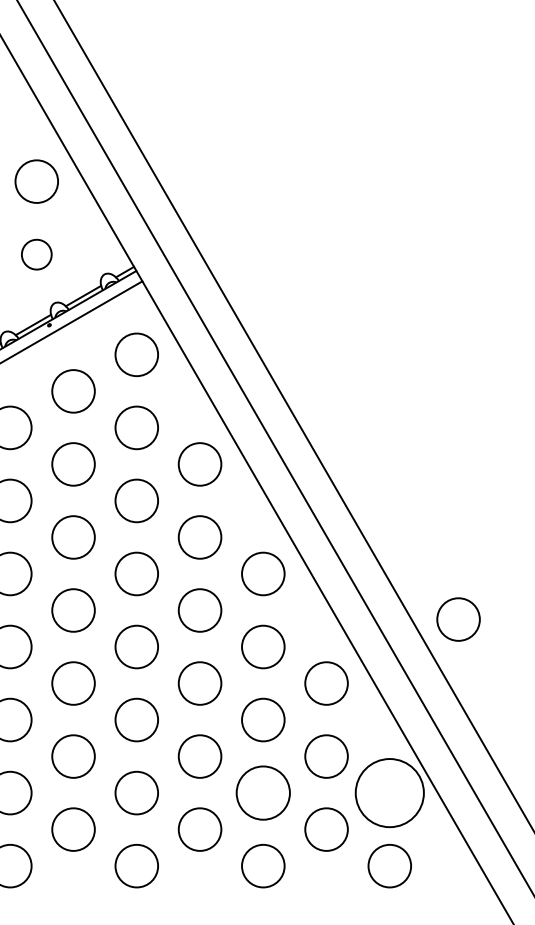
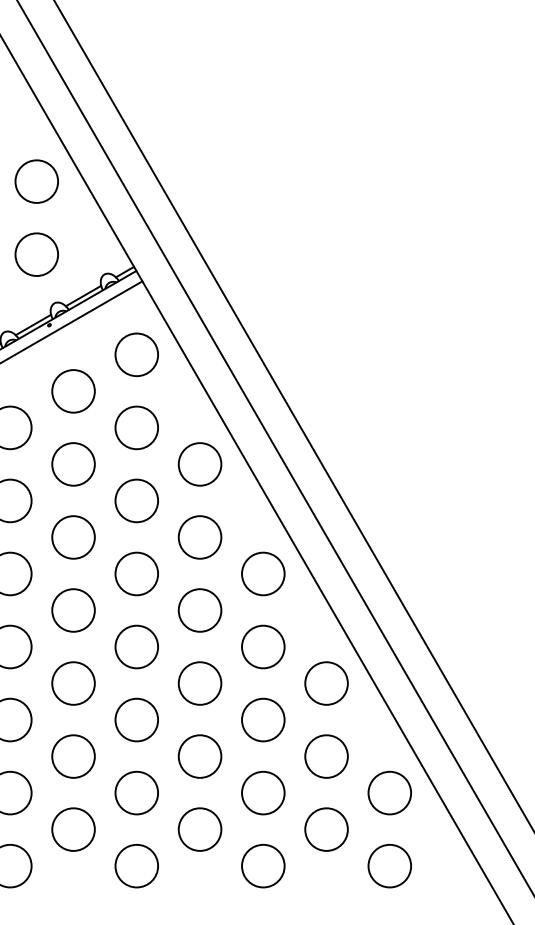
circle at (36, 254) diameter: 30 px -> 43 px
circle at (458, 619): present -> none
circle at (262, 792) diameter: 53 px -> 43 px
circle at (389, 793) diameter: 68 px -> 43 px
